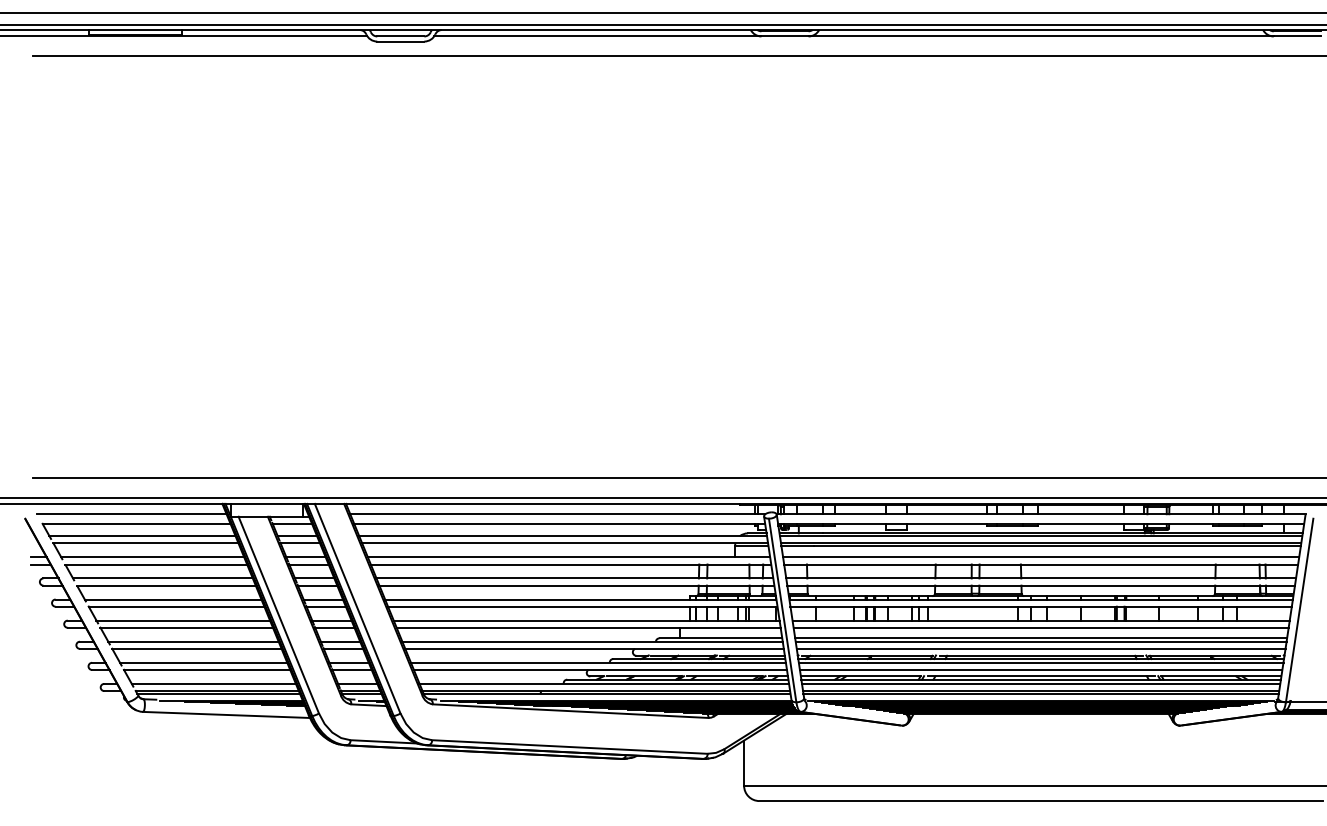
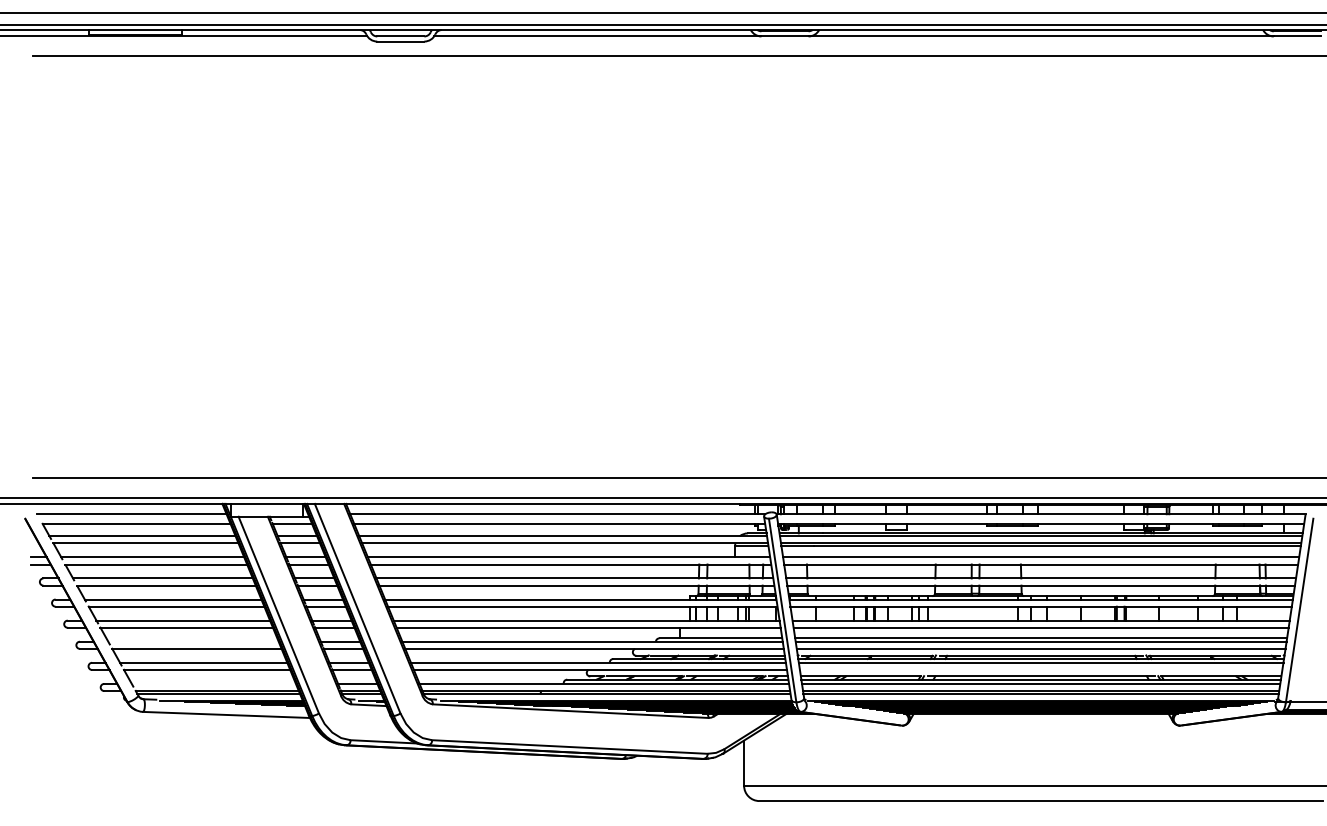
line at (193, 641): present -> none
line at (1040, 669): present -> none
line at (213, 683): present -> none
